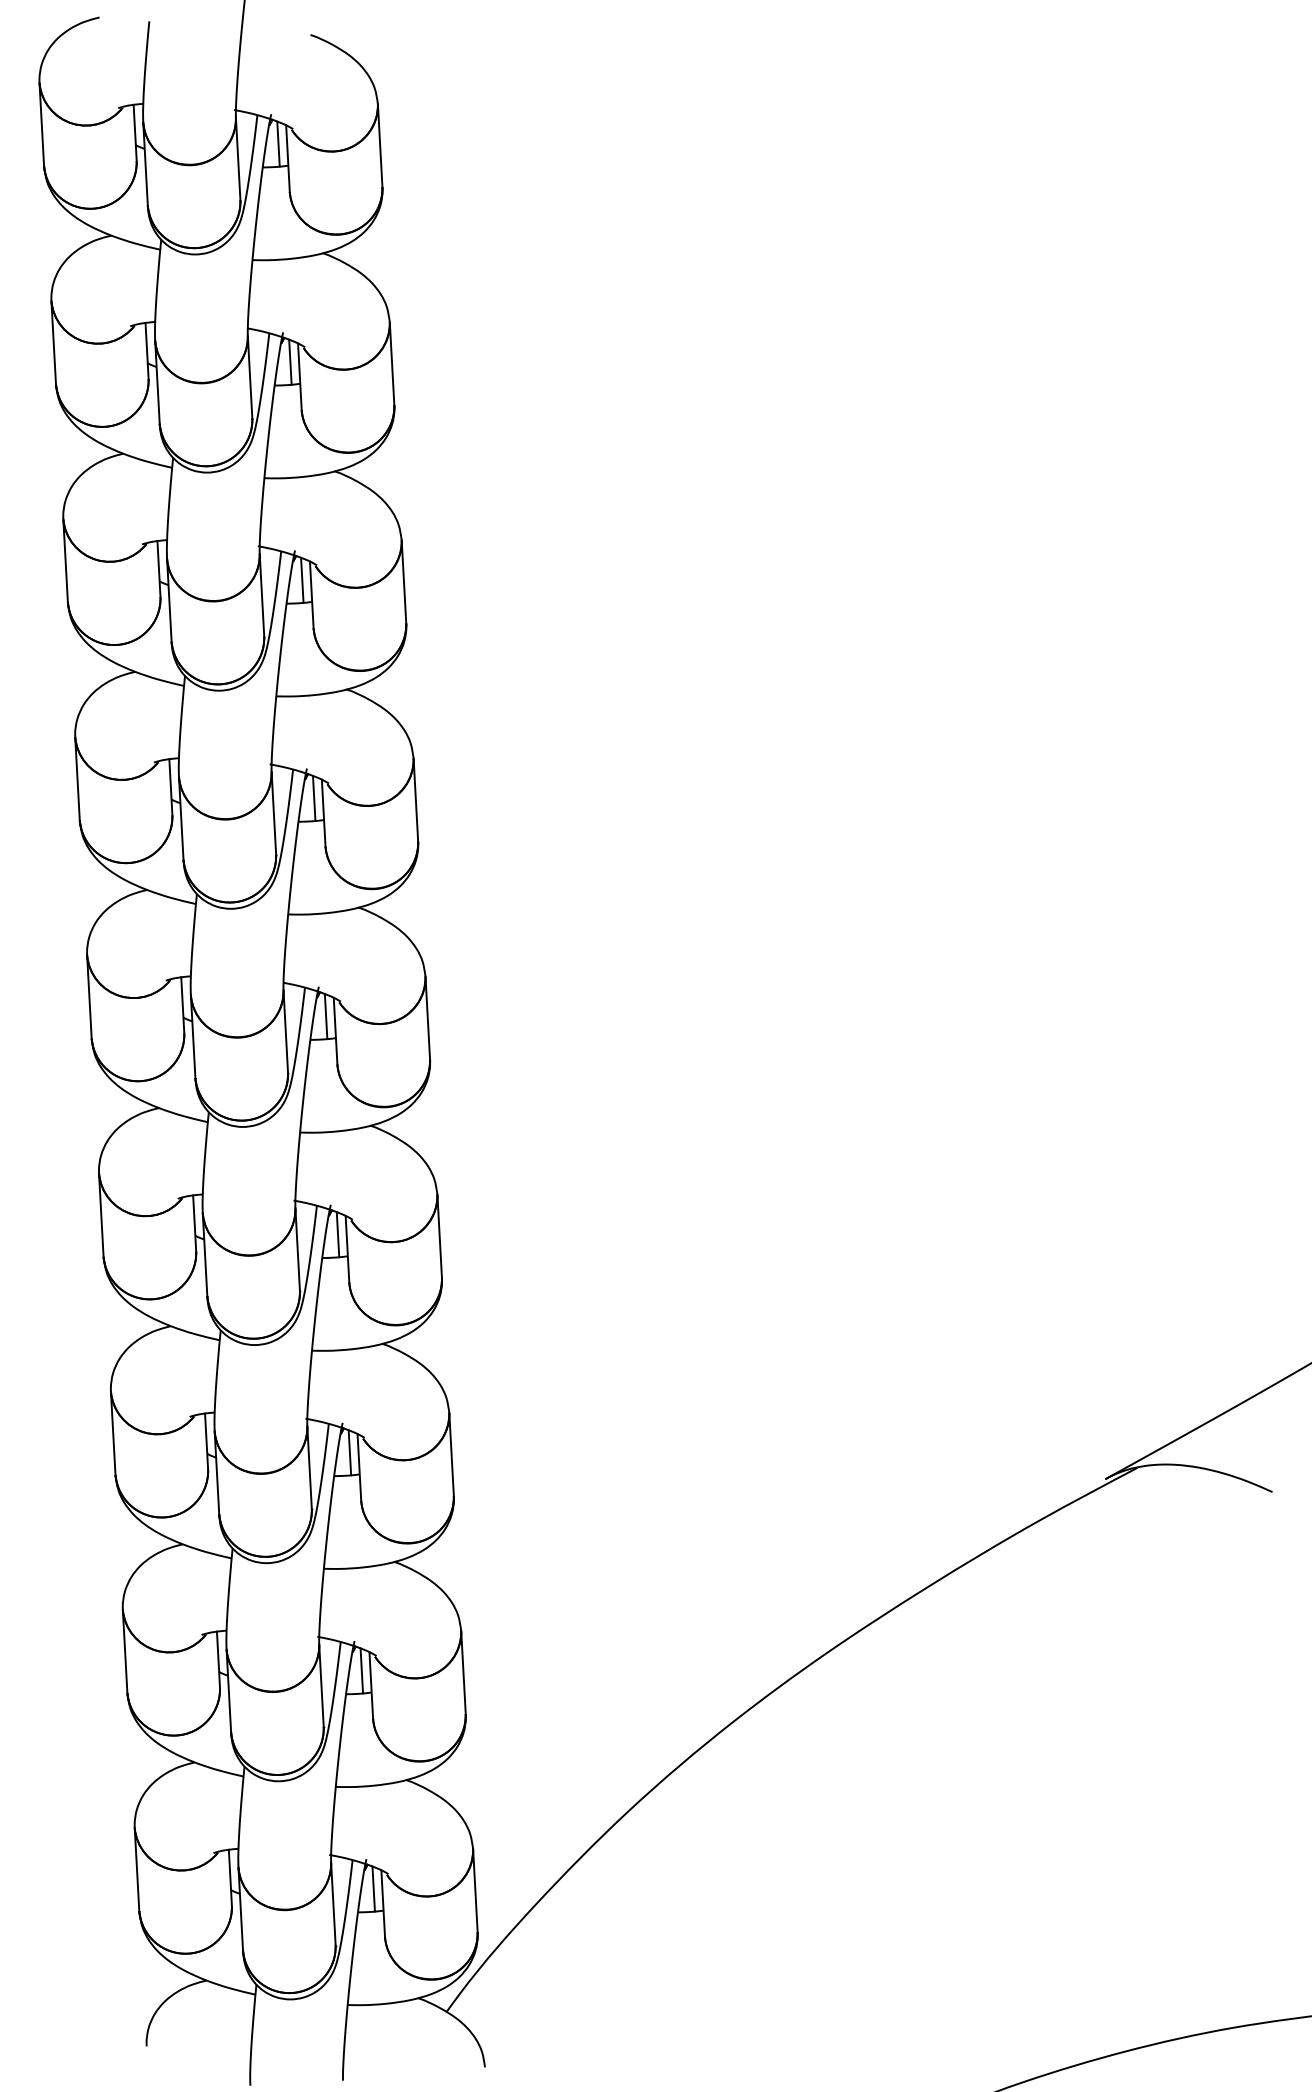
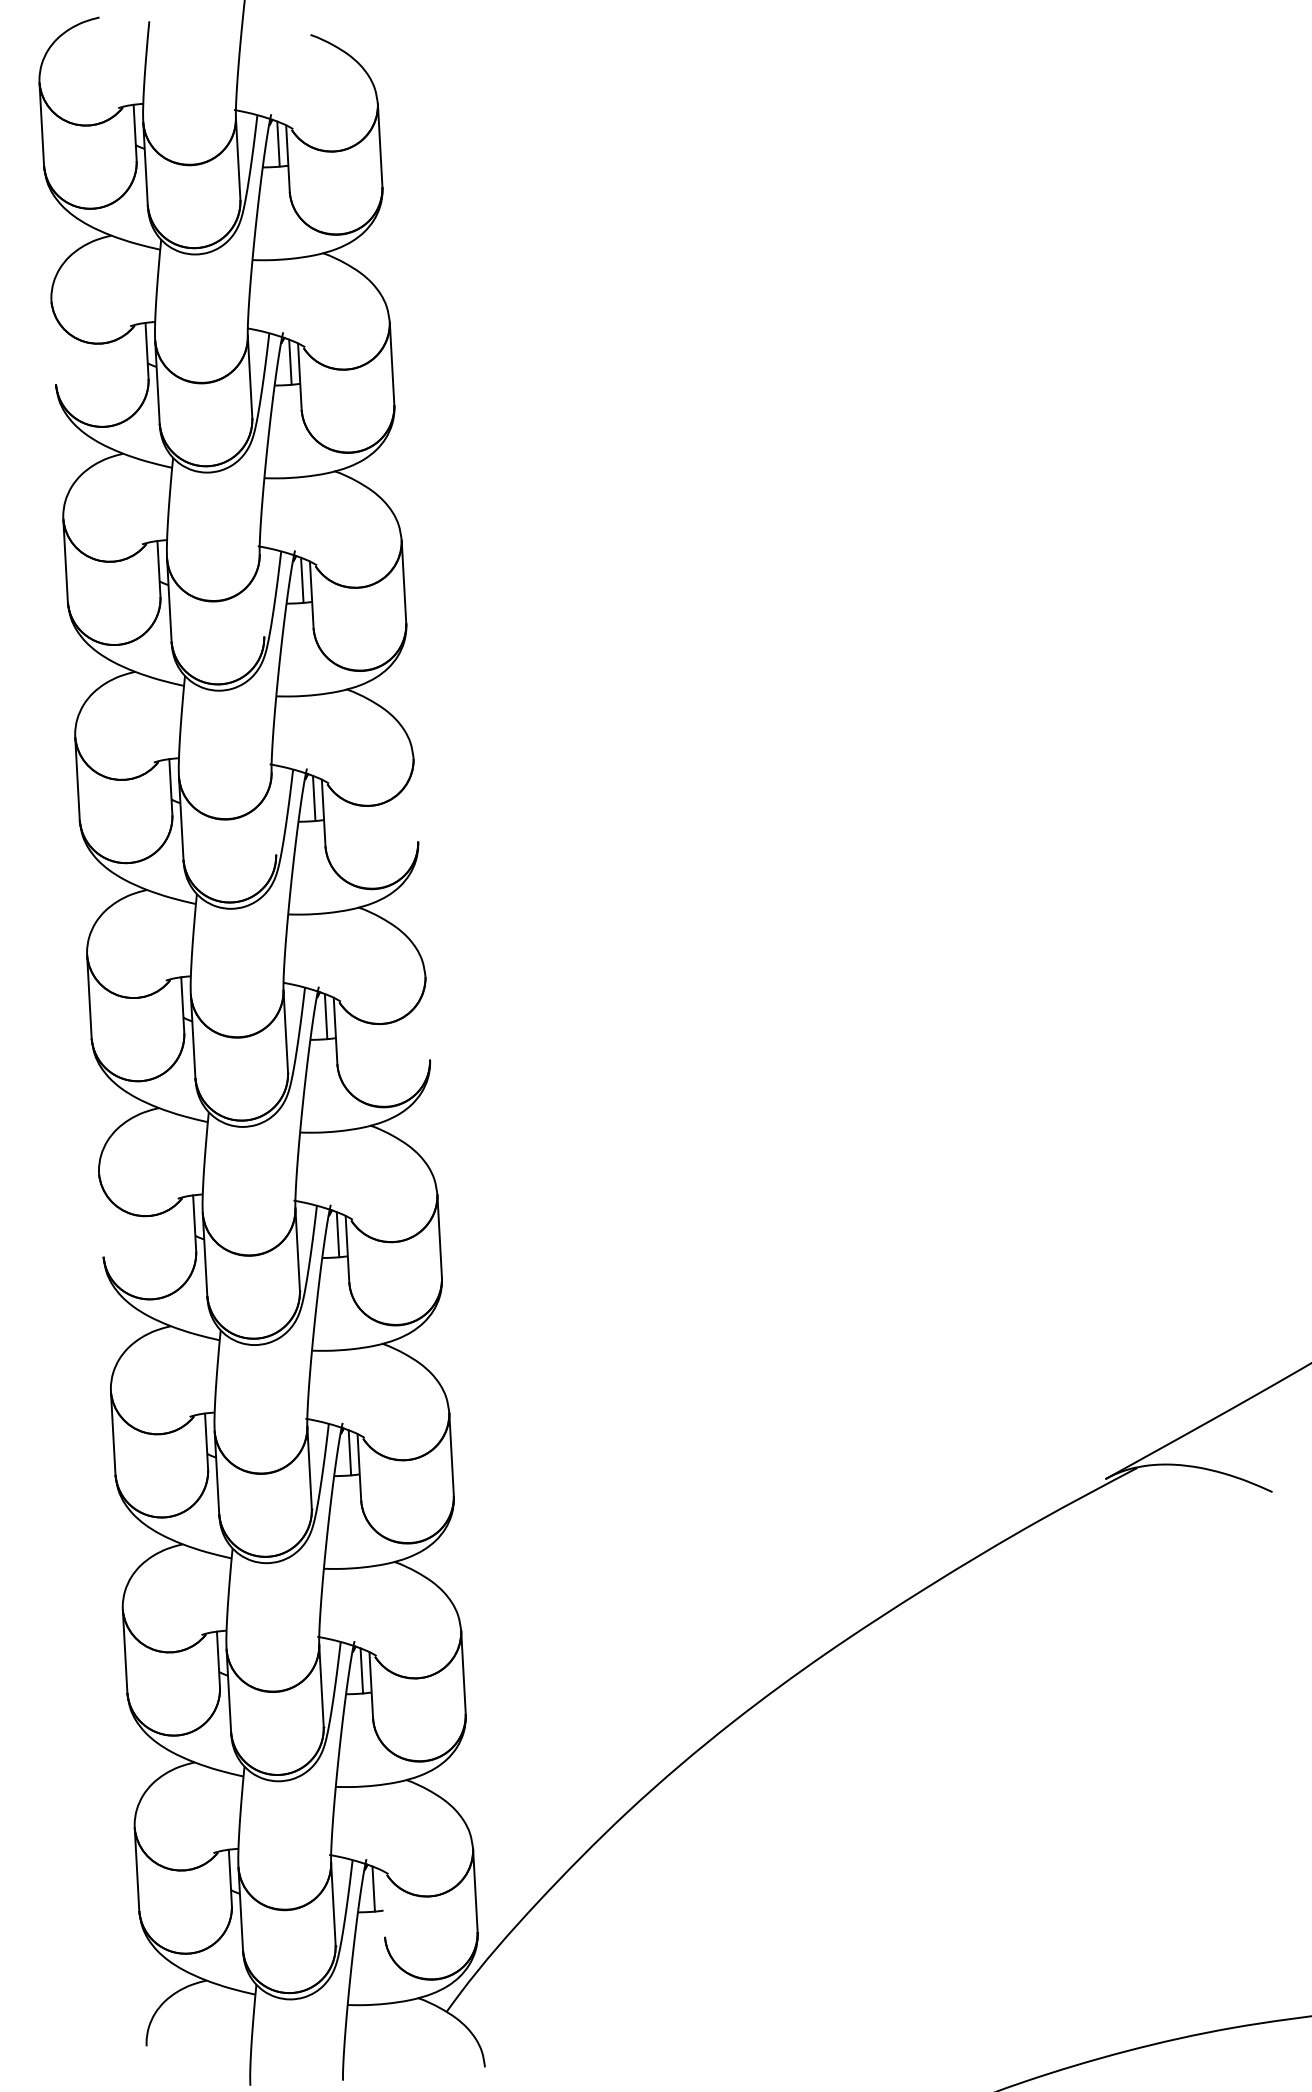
line at (53, 342): present -> none
line at (261, 594): present -> none
line at (415, 799): present -> none
line at (273, 812): present -> none
line at (427, 1017): present -> none
line at (101, 1214): present -> none
line at (383, 1903): present -> none
